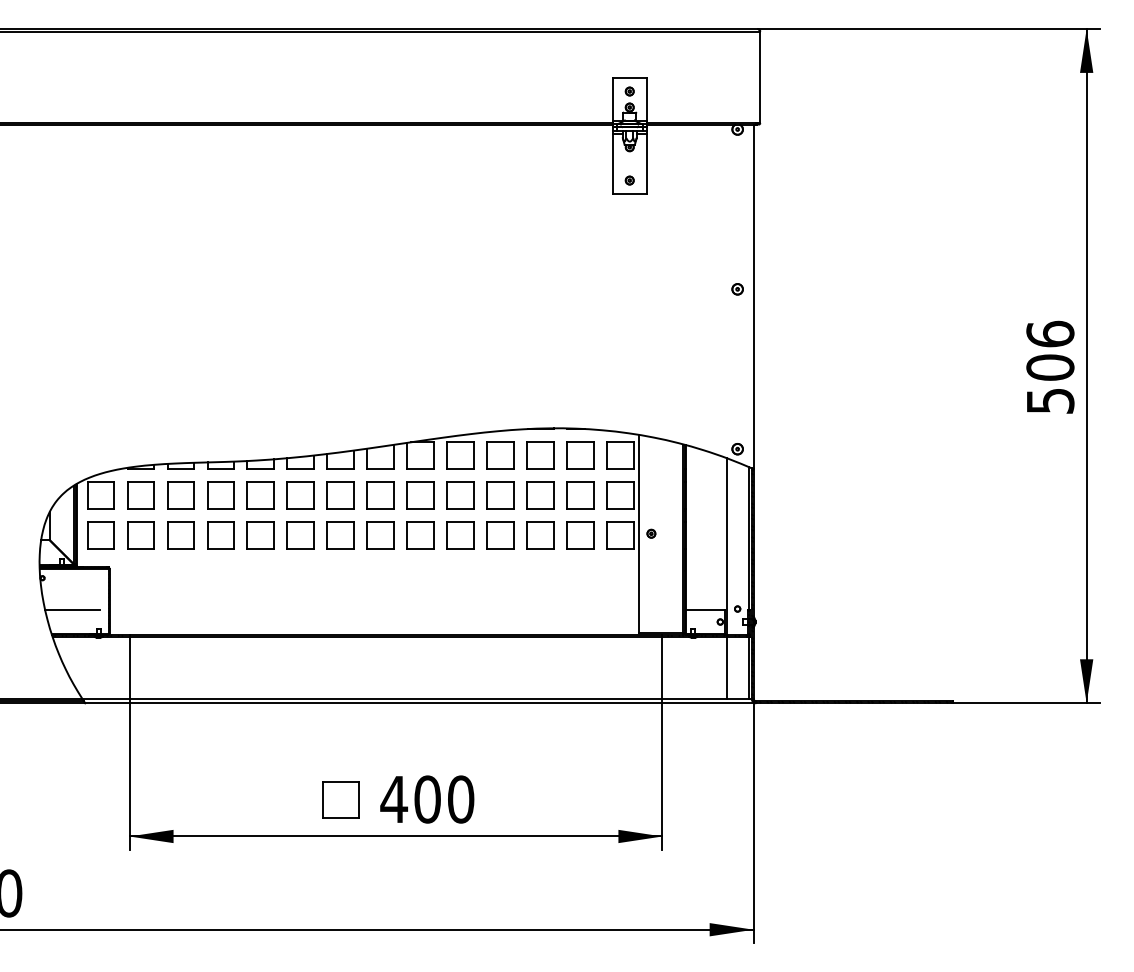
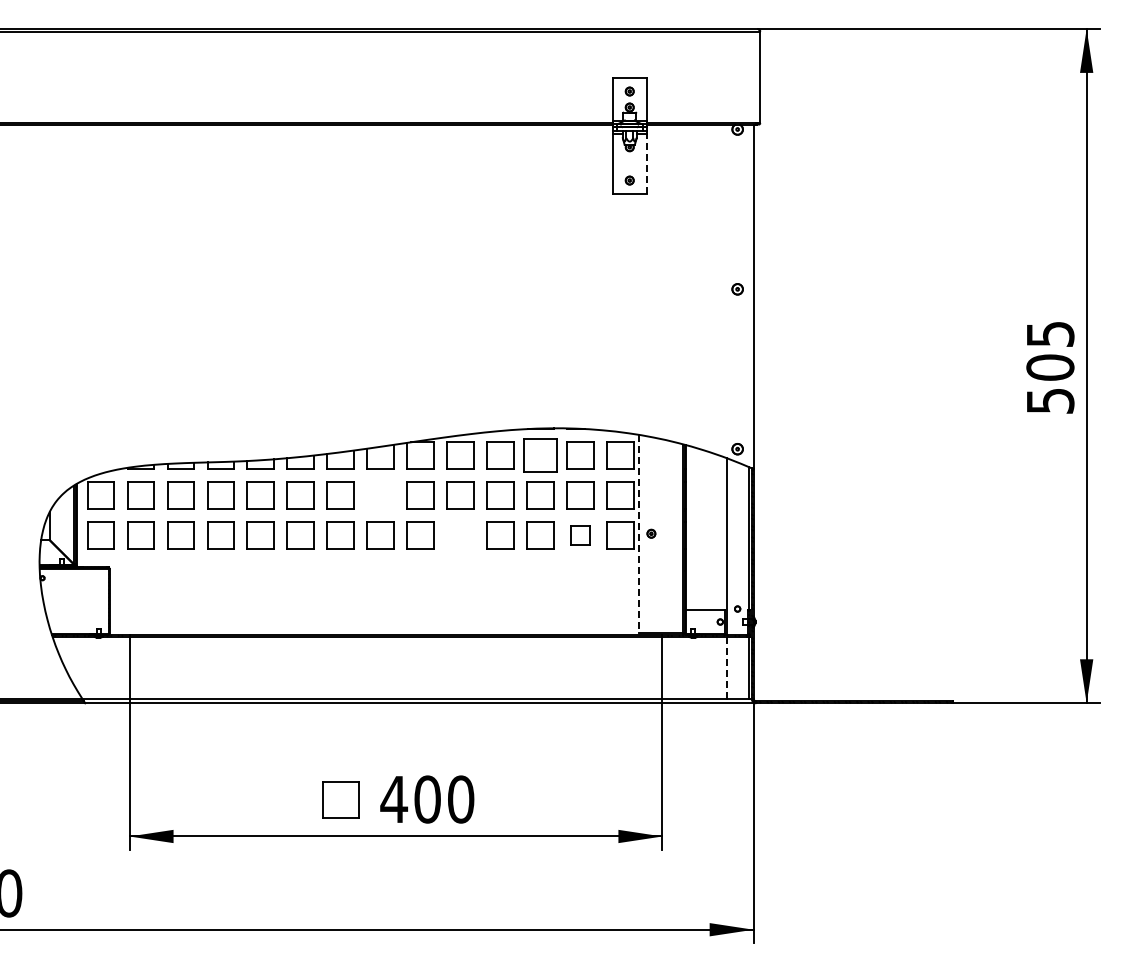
line at (646, 163): solid -> dashed
text at (1050, 333): 506 -> 505
part at (540, 455) size: 29x29 px -> 35x35 px
part at (380, 495): present -> none
line at (639, 534): solid -> dashed
part at (460, 535): present -> none
part at (580, 535) size: 29x29 px -> 21x21 px
line at (72, 610): present -> none
line at (727, 667): solid -> dashed
